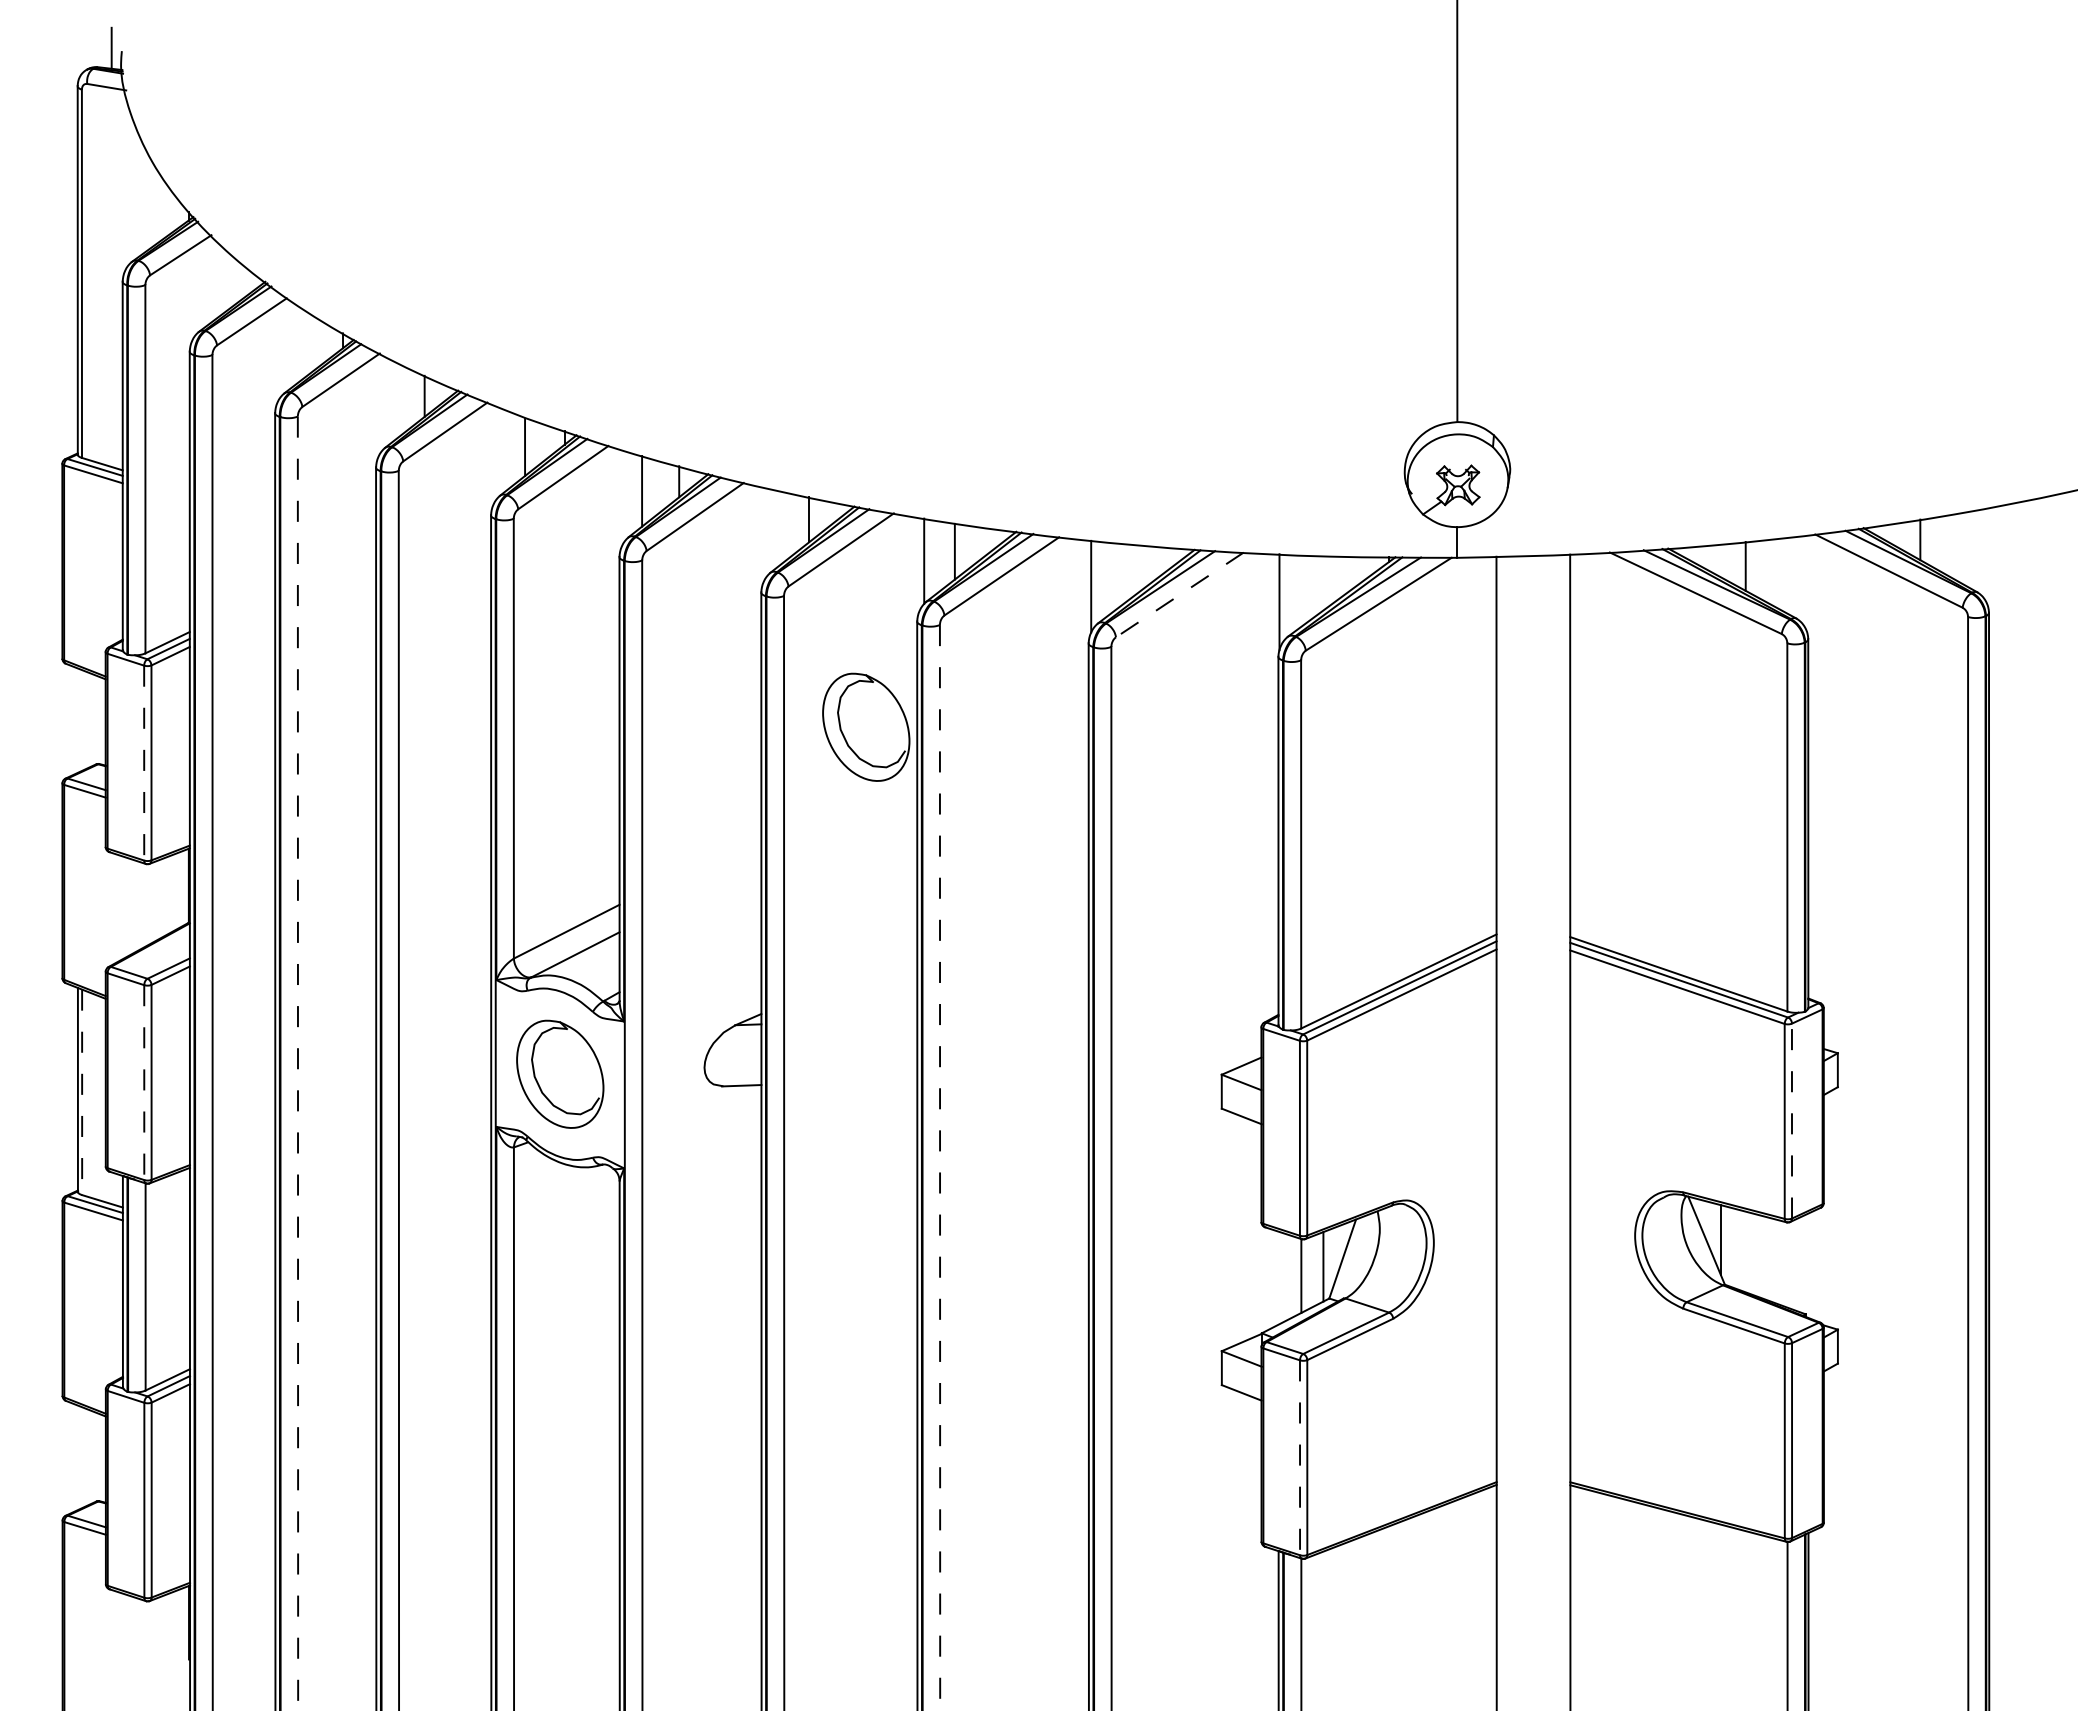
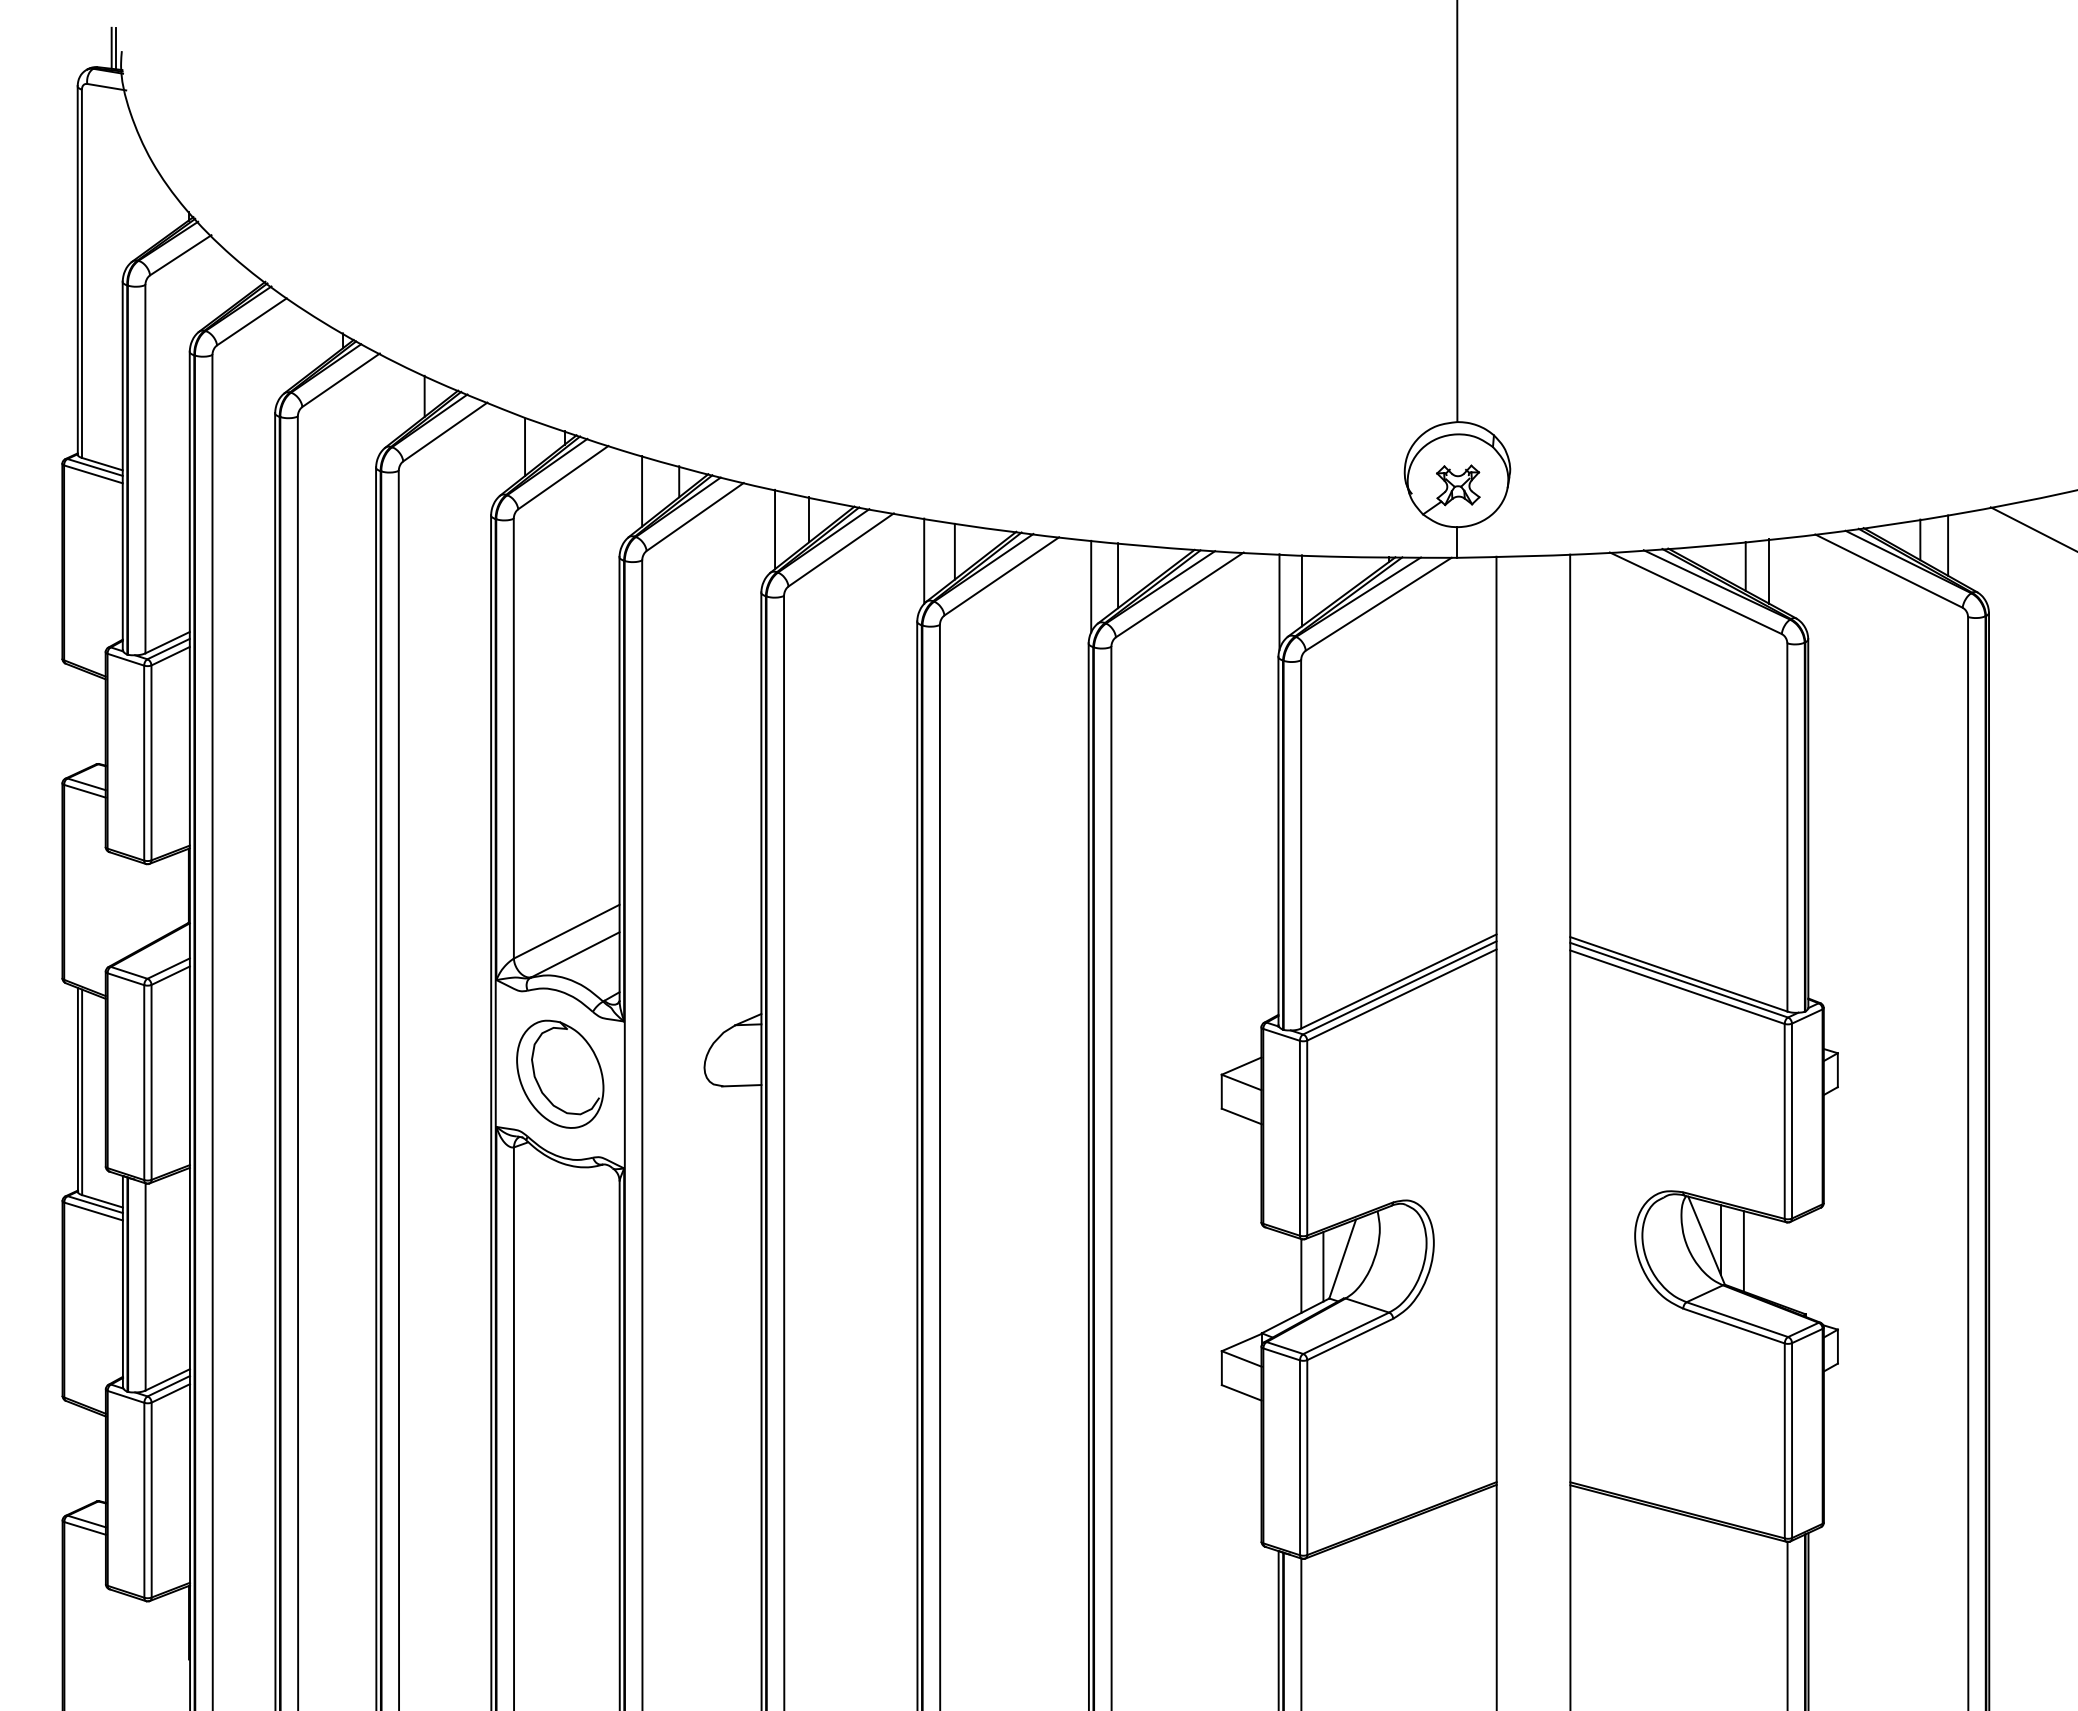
line at (115, 48): none -> present
line at (2032, 528): none -> present
line at (775, 529): none -> present
line at (1948, 545): none -> present
line at (1769, 571): none -> present
line at (1118, 575): none -> present
line at (1301, 590): none -> present
line at (1179, 594): dashed -> solid
part at (866, 726): present -> none
line at (144, 763): dashed -> solid
line at (297, 1063): dashed -> solid
line at (144, 1083): dashed -> solid
line at (82, 1092): dashed -> solid
line at (1791, 1120): dashed -> solid
line at (940, 1167): dashed -> solid
line at (1743, 1251): none -> present
line at (1300, 1458): dashed -> solid
